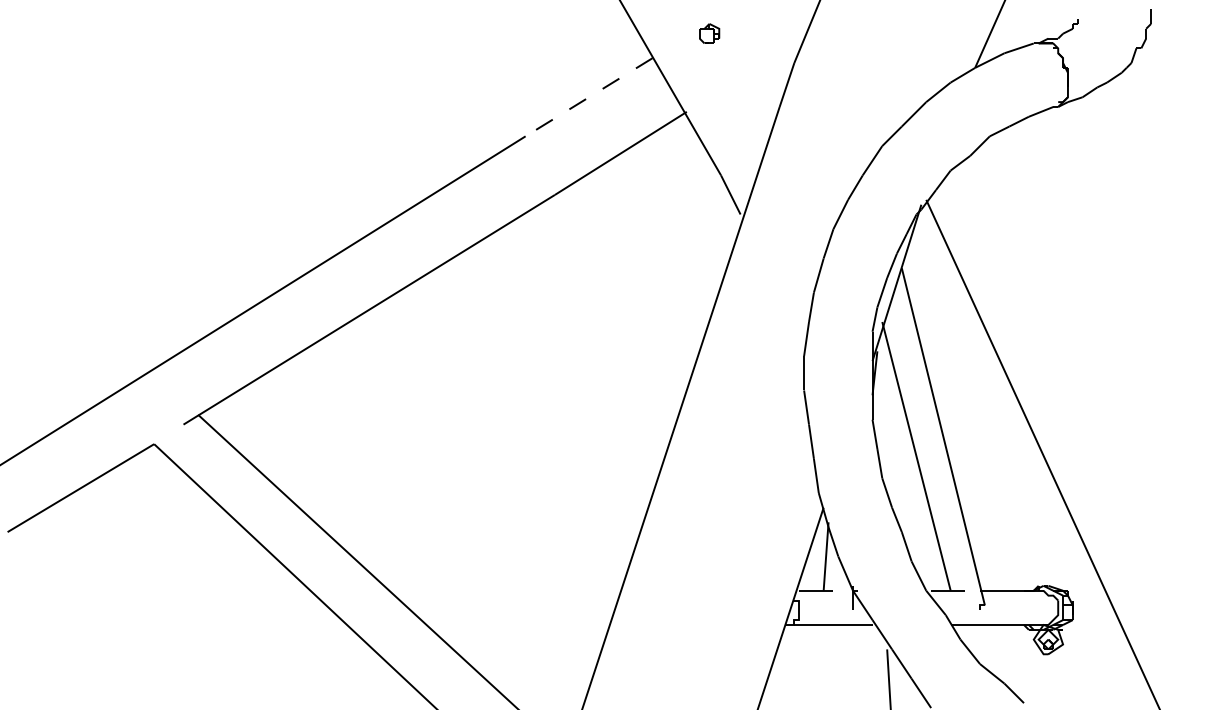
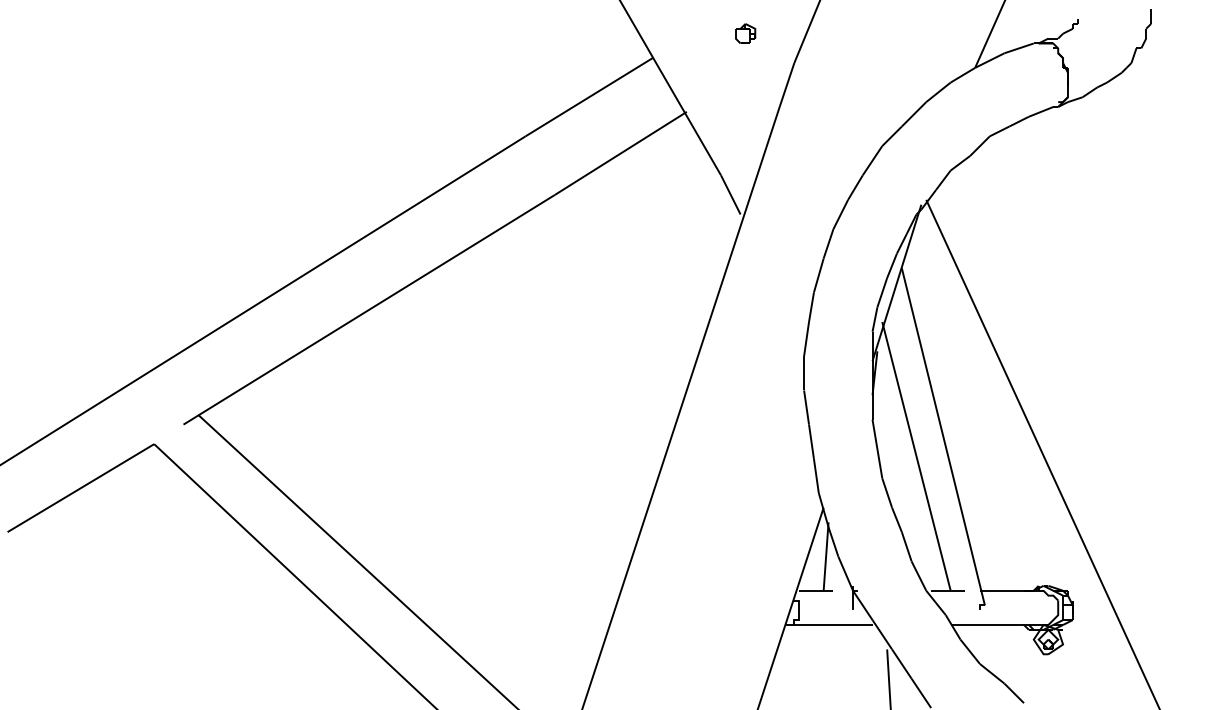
part at (709, 33) position: (709, 33) -> (745, 33)
line at (589, 97): dashed -> solid
